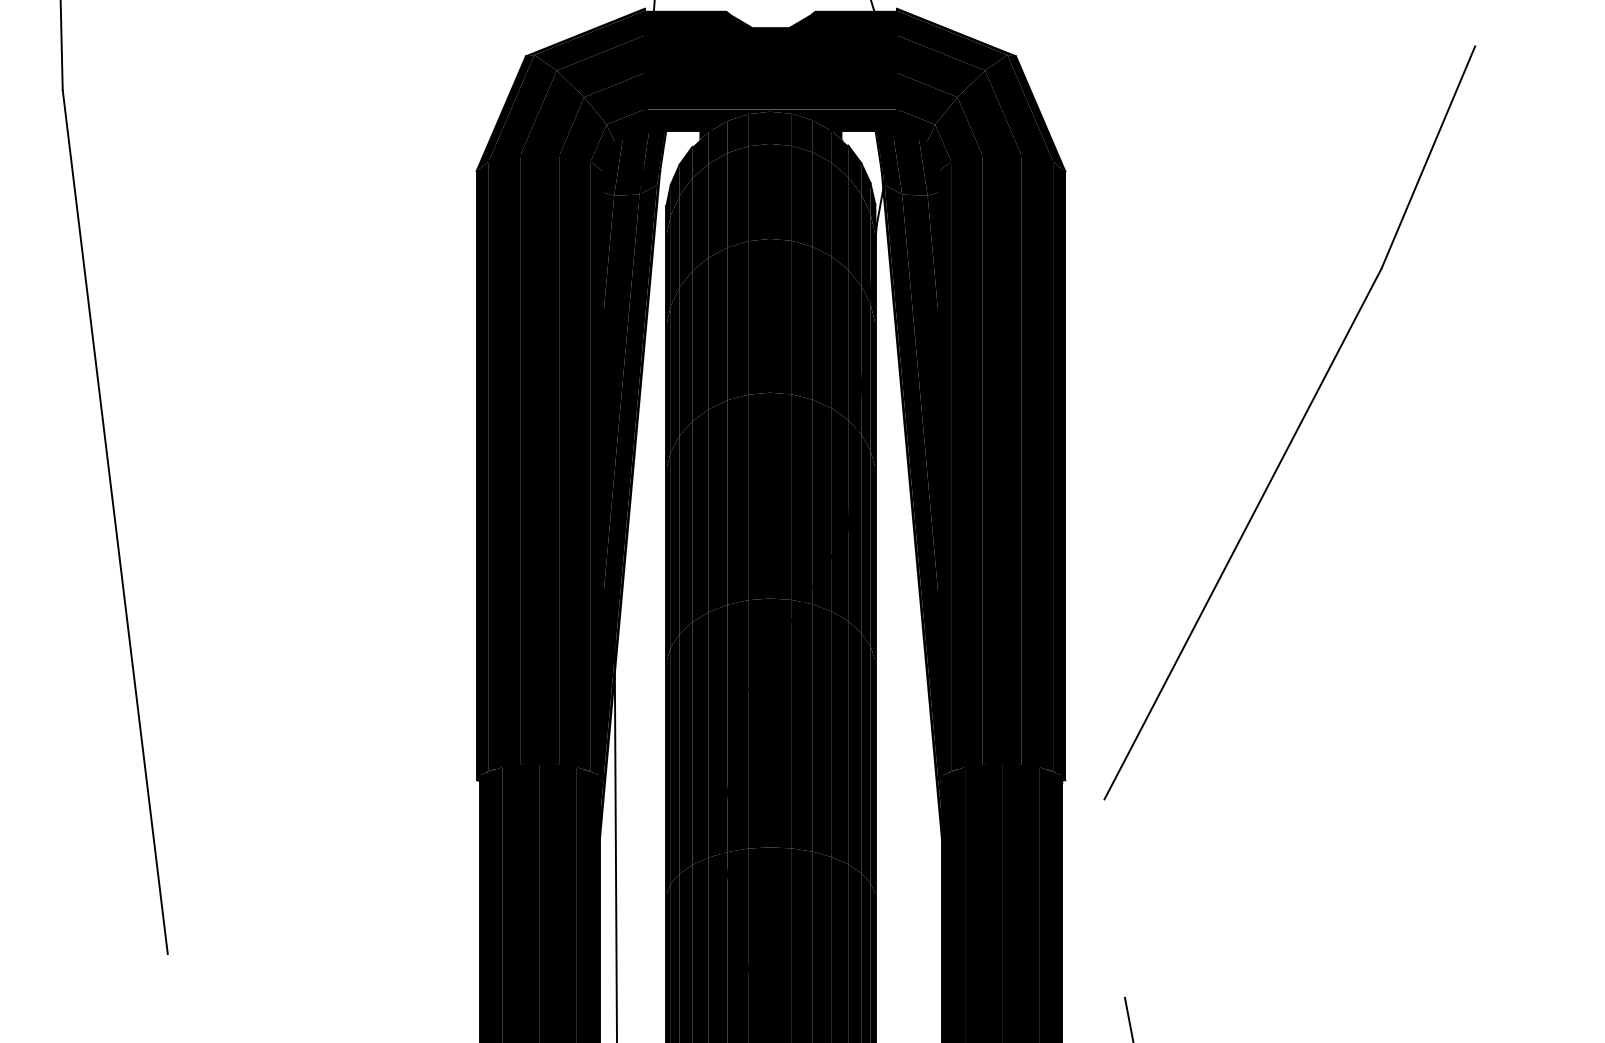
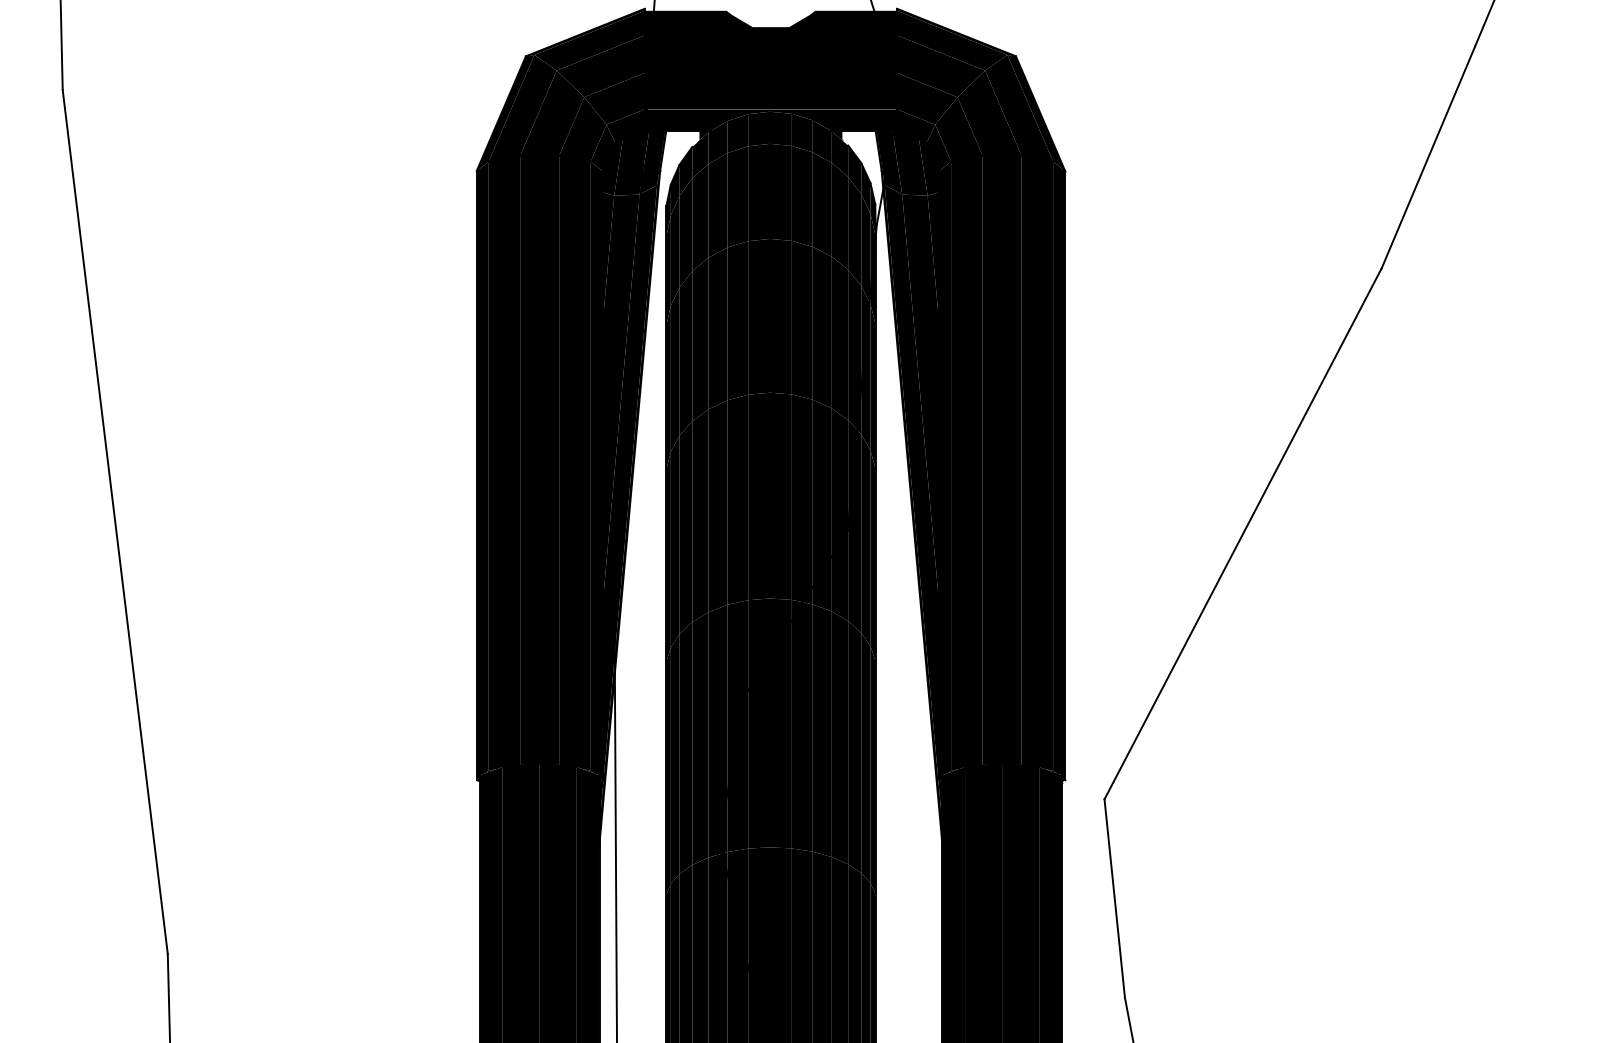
line at (1484, 24): none -> present
line at (1114, 898): none -> present
line at (168, 996): none -> present
